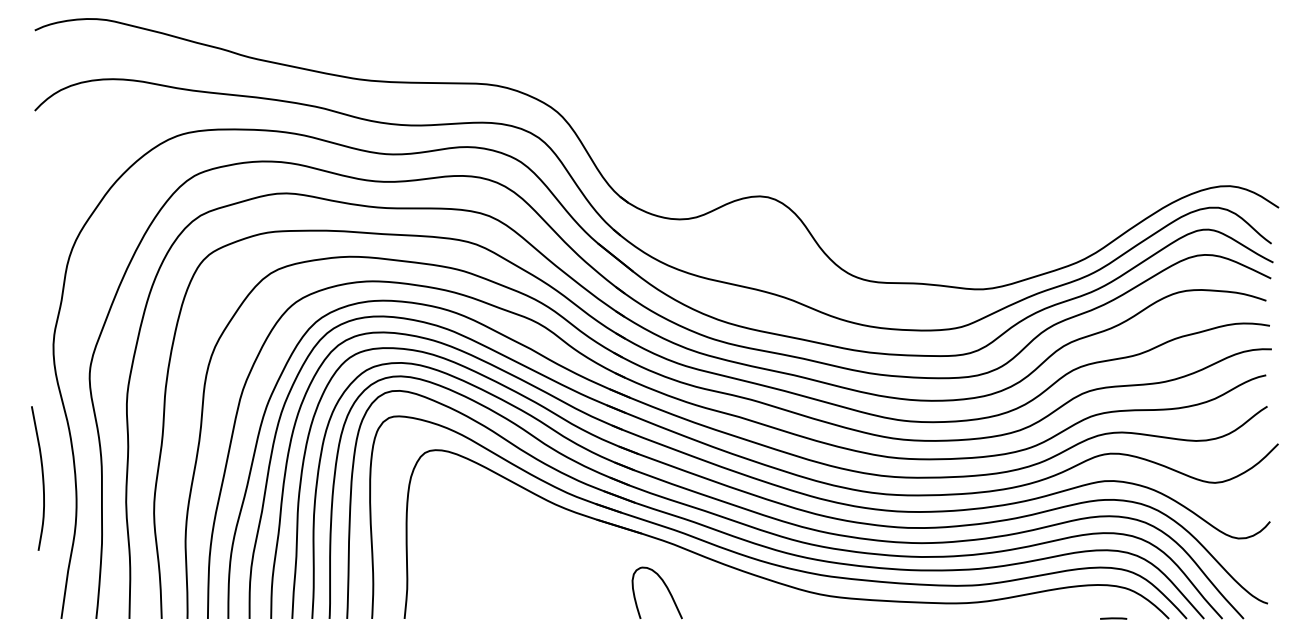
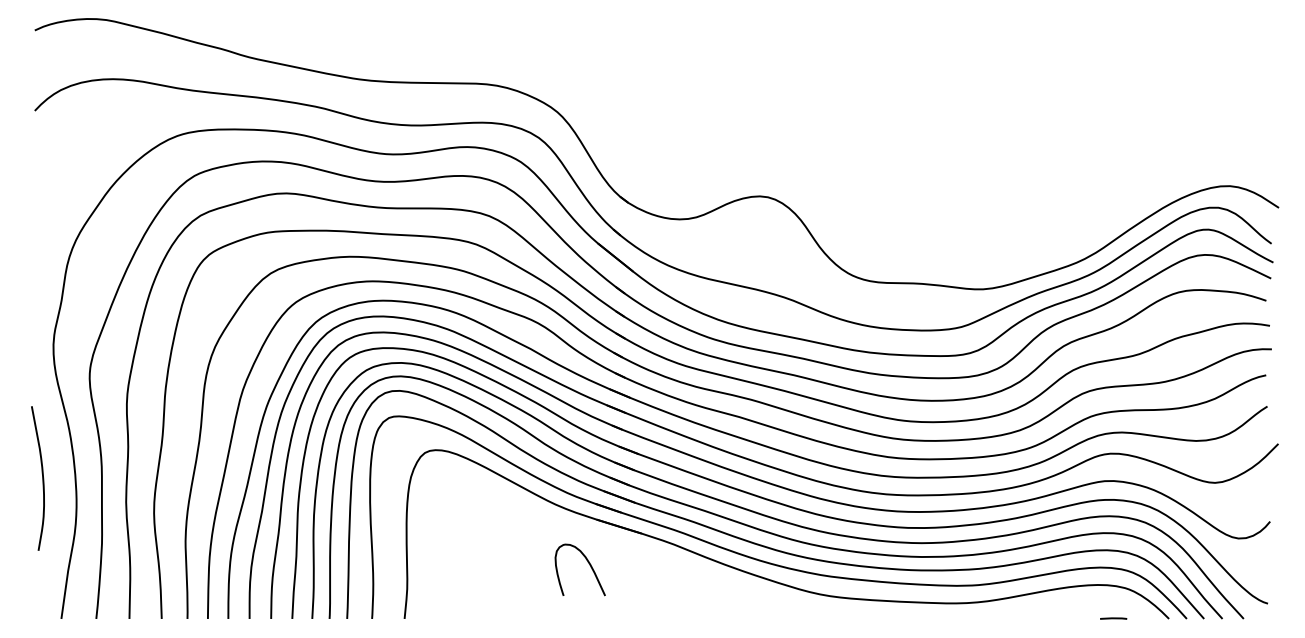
curve at (664, 585) position: (664, 585) -> (587, 562)
